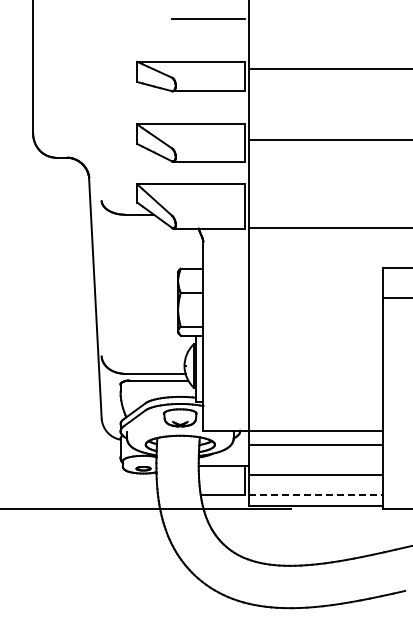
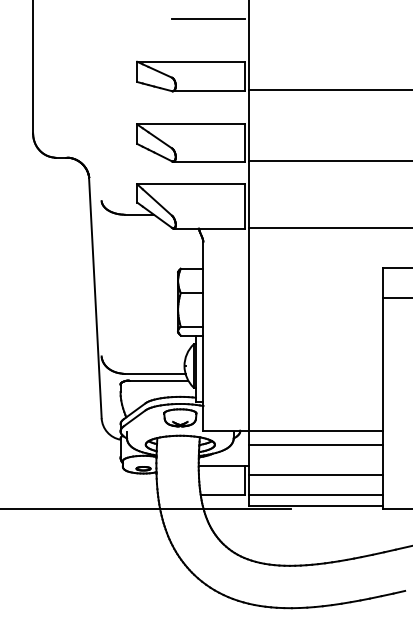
line at (329, 69) position: (329, 69) -> (329, 90)
line at (329, 139) position: (329, 139) -> (329, 160)
line at (316, 495): dashed -> solid
